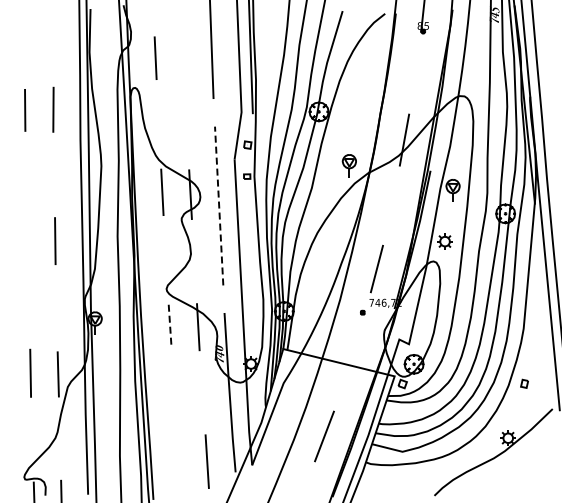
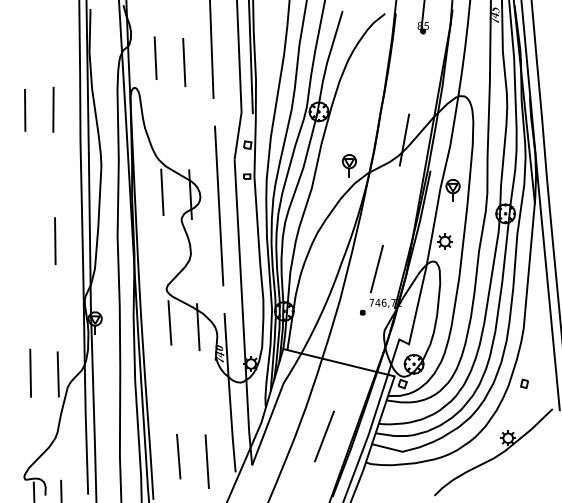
line at (184, 62): none -> present
line at (219, 206): dashed -> solid
line at (169, 322): dashed -> solid
line at (178, 456): none -> present
